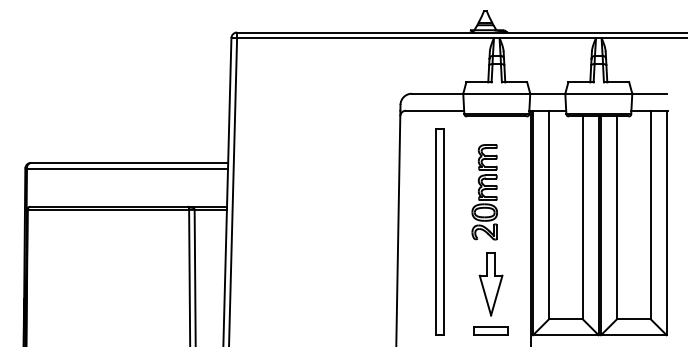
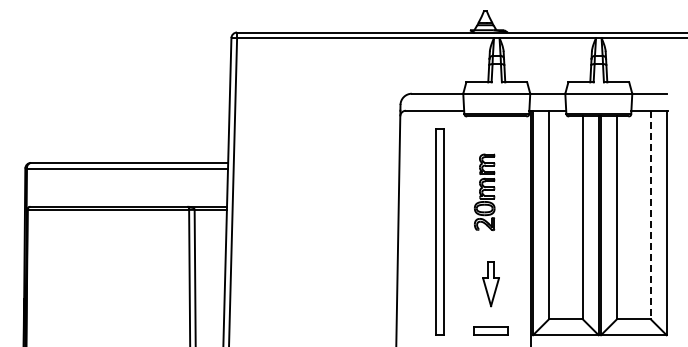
part at (484, 192) size: 27x97 px -> 22x78 px
line at (650, 215): solid -> dashed
part at (490, 284) size: 26x65 px -> 18x47 px
